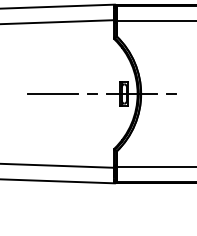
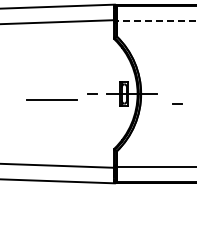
line at (156, 21): solid -> dashed
line at (52, 93) position: (52, 93) -> (51, 99)
line at (171, 93) position: (171, 93) -> (177, 103)
